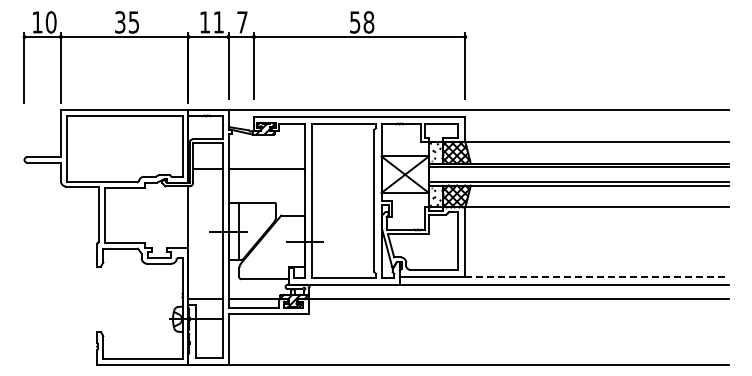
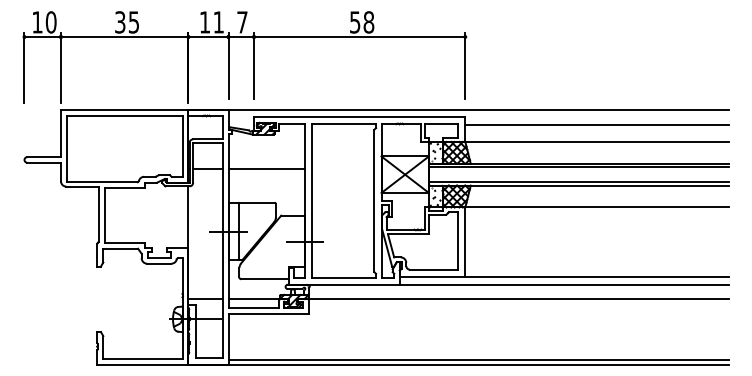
line at (597, 125): none -> present
line at (597, 276): dashed -> solid
line at (478, 359): none -> present
